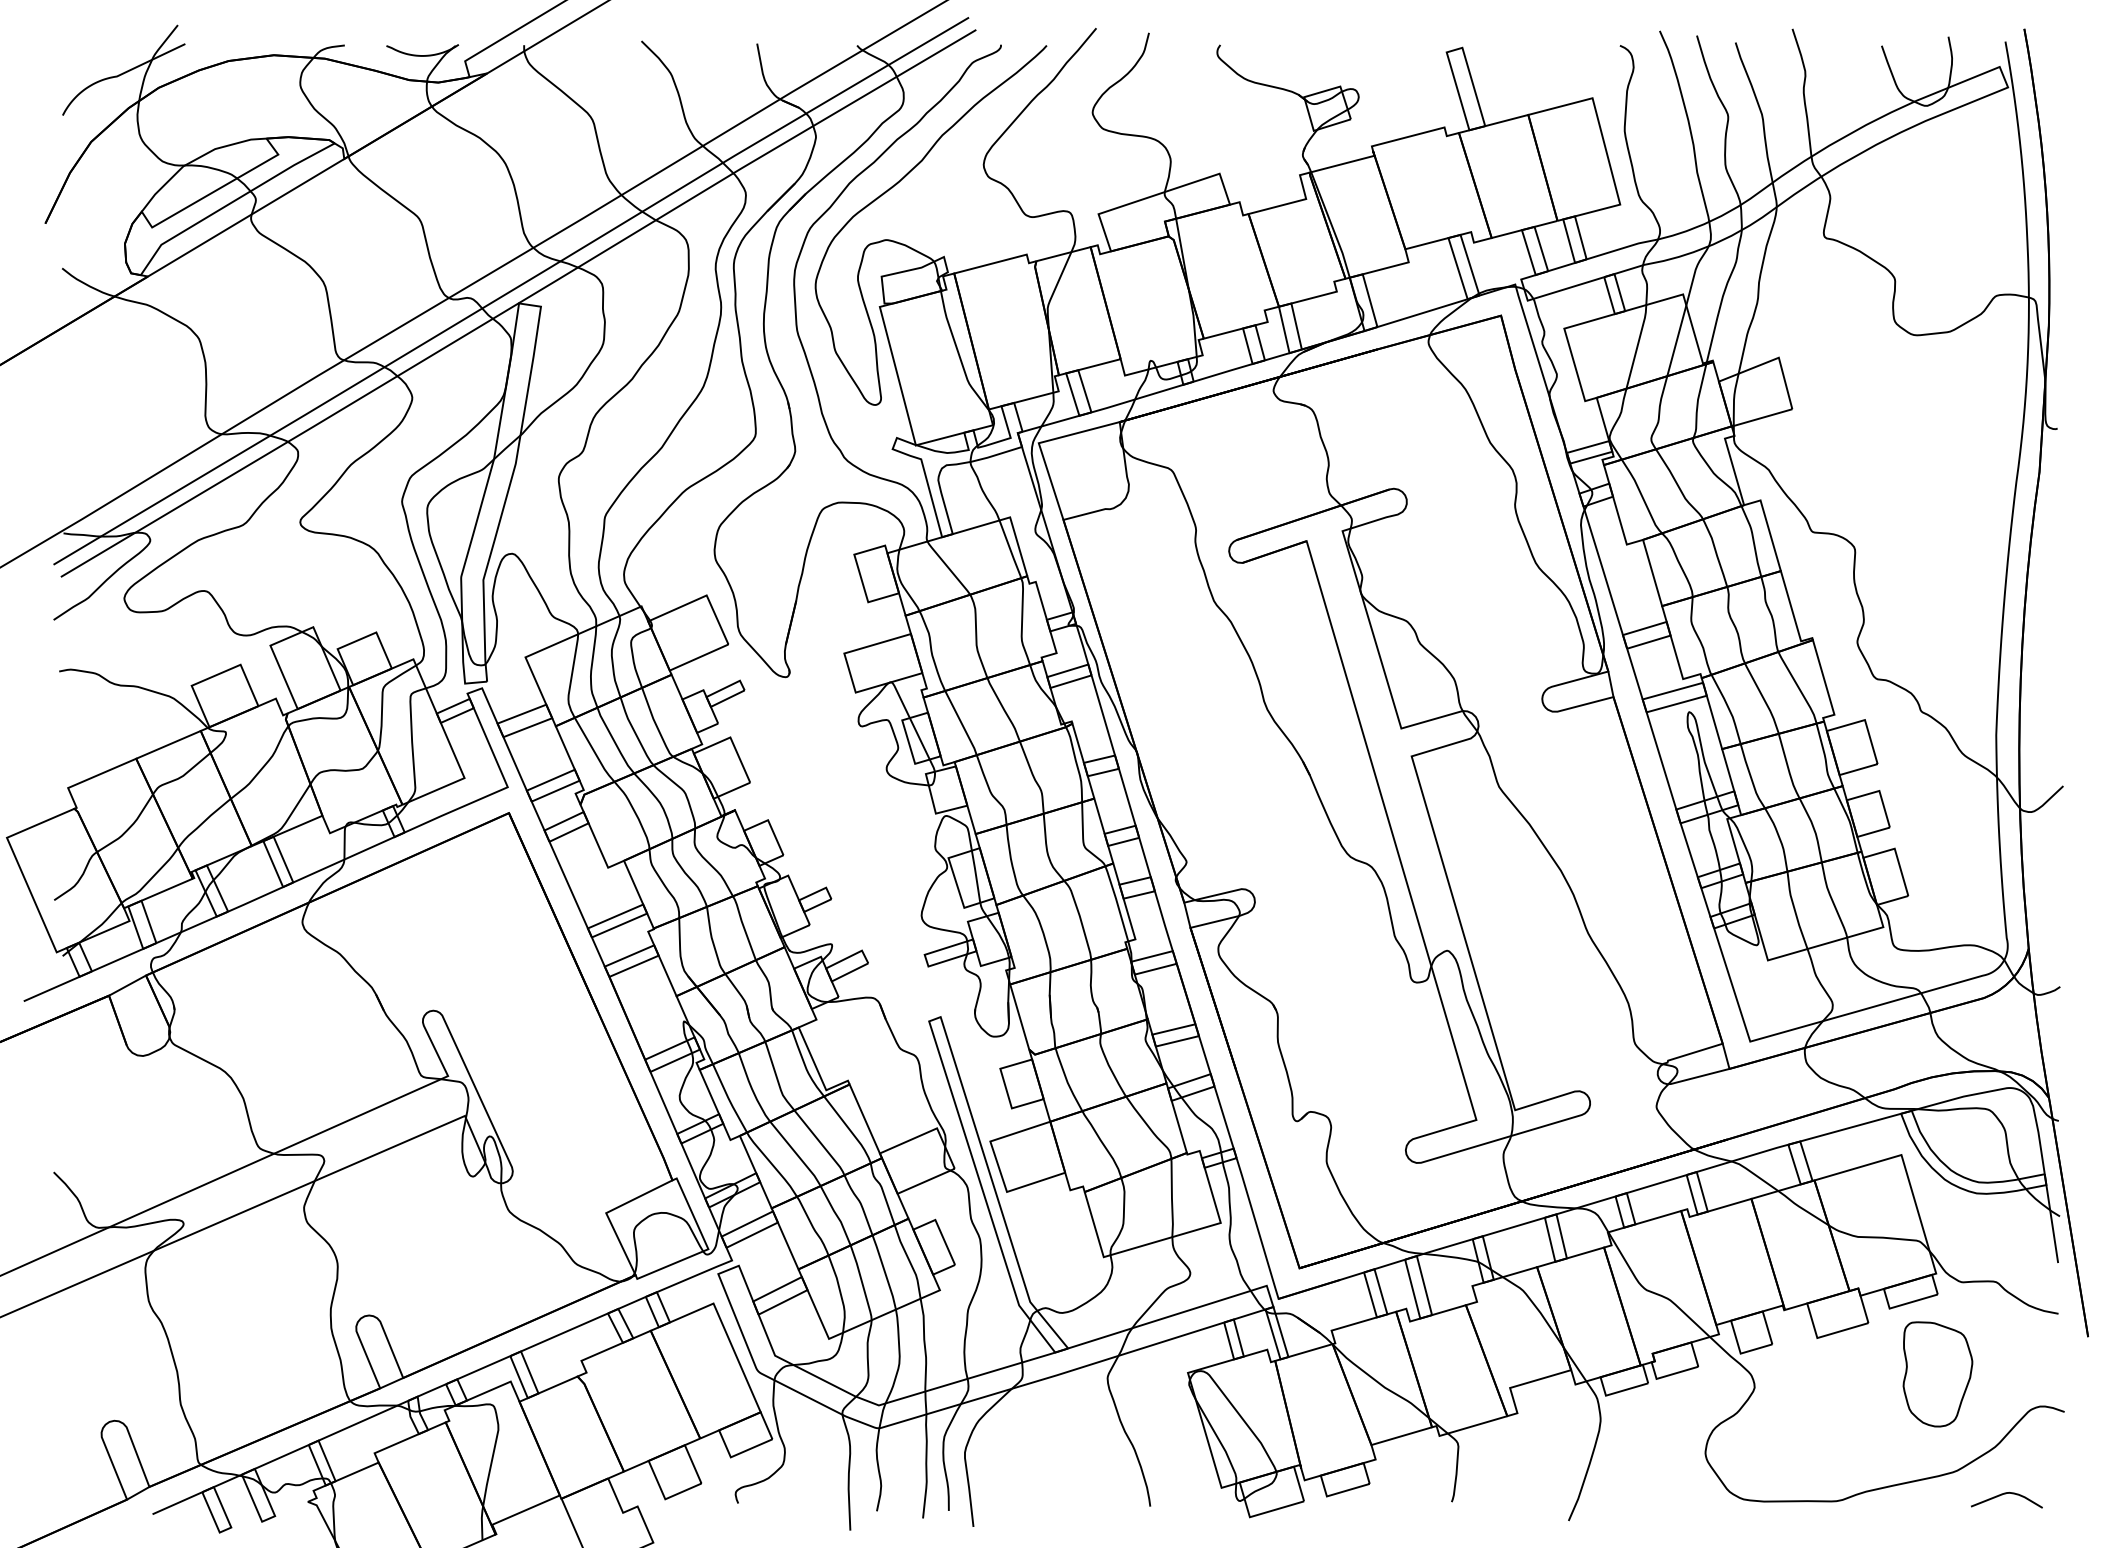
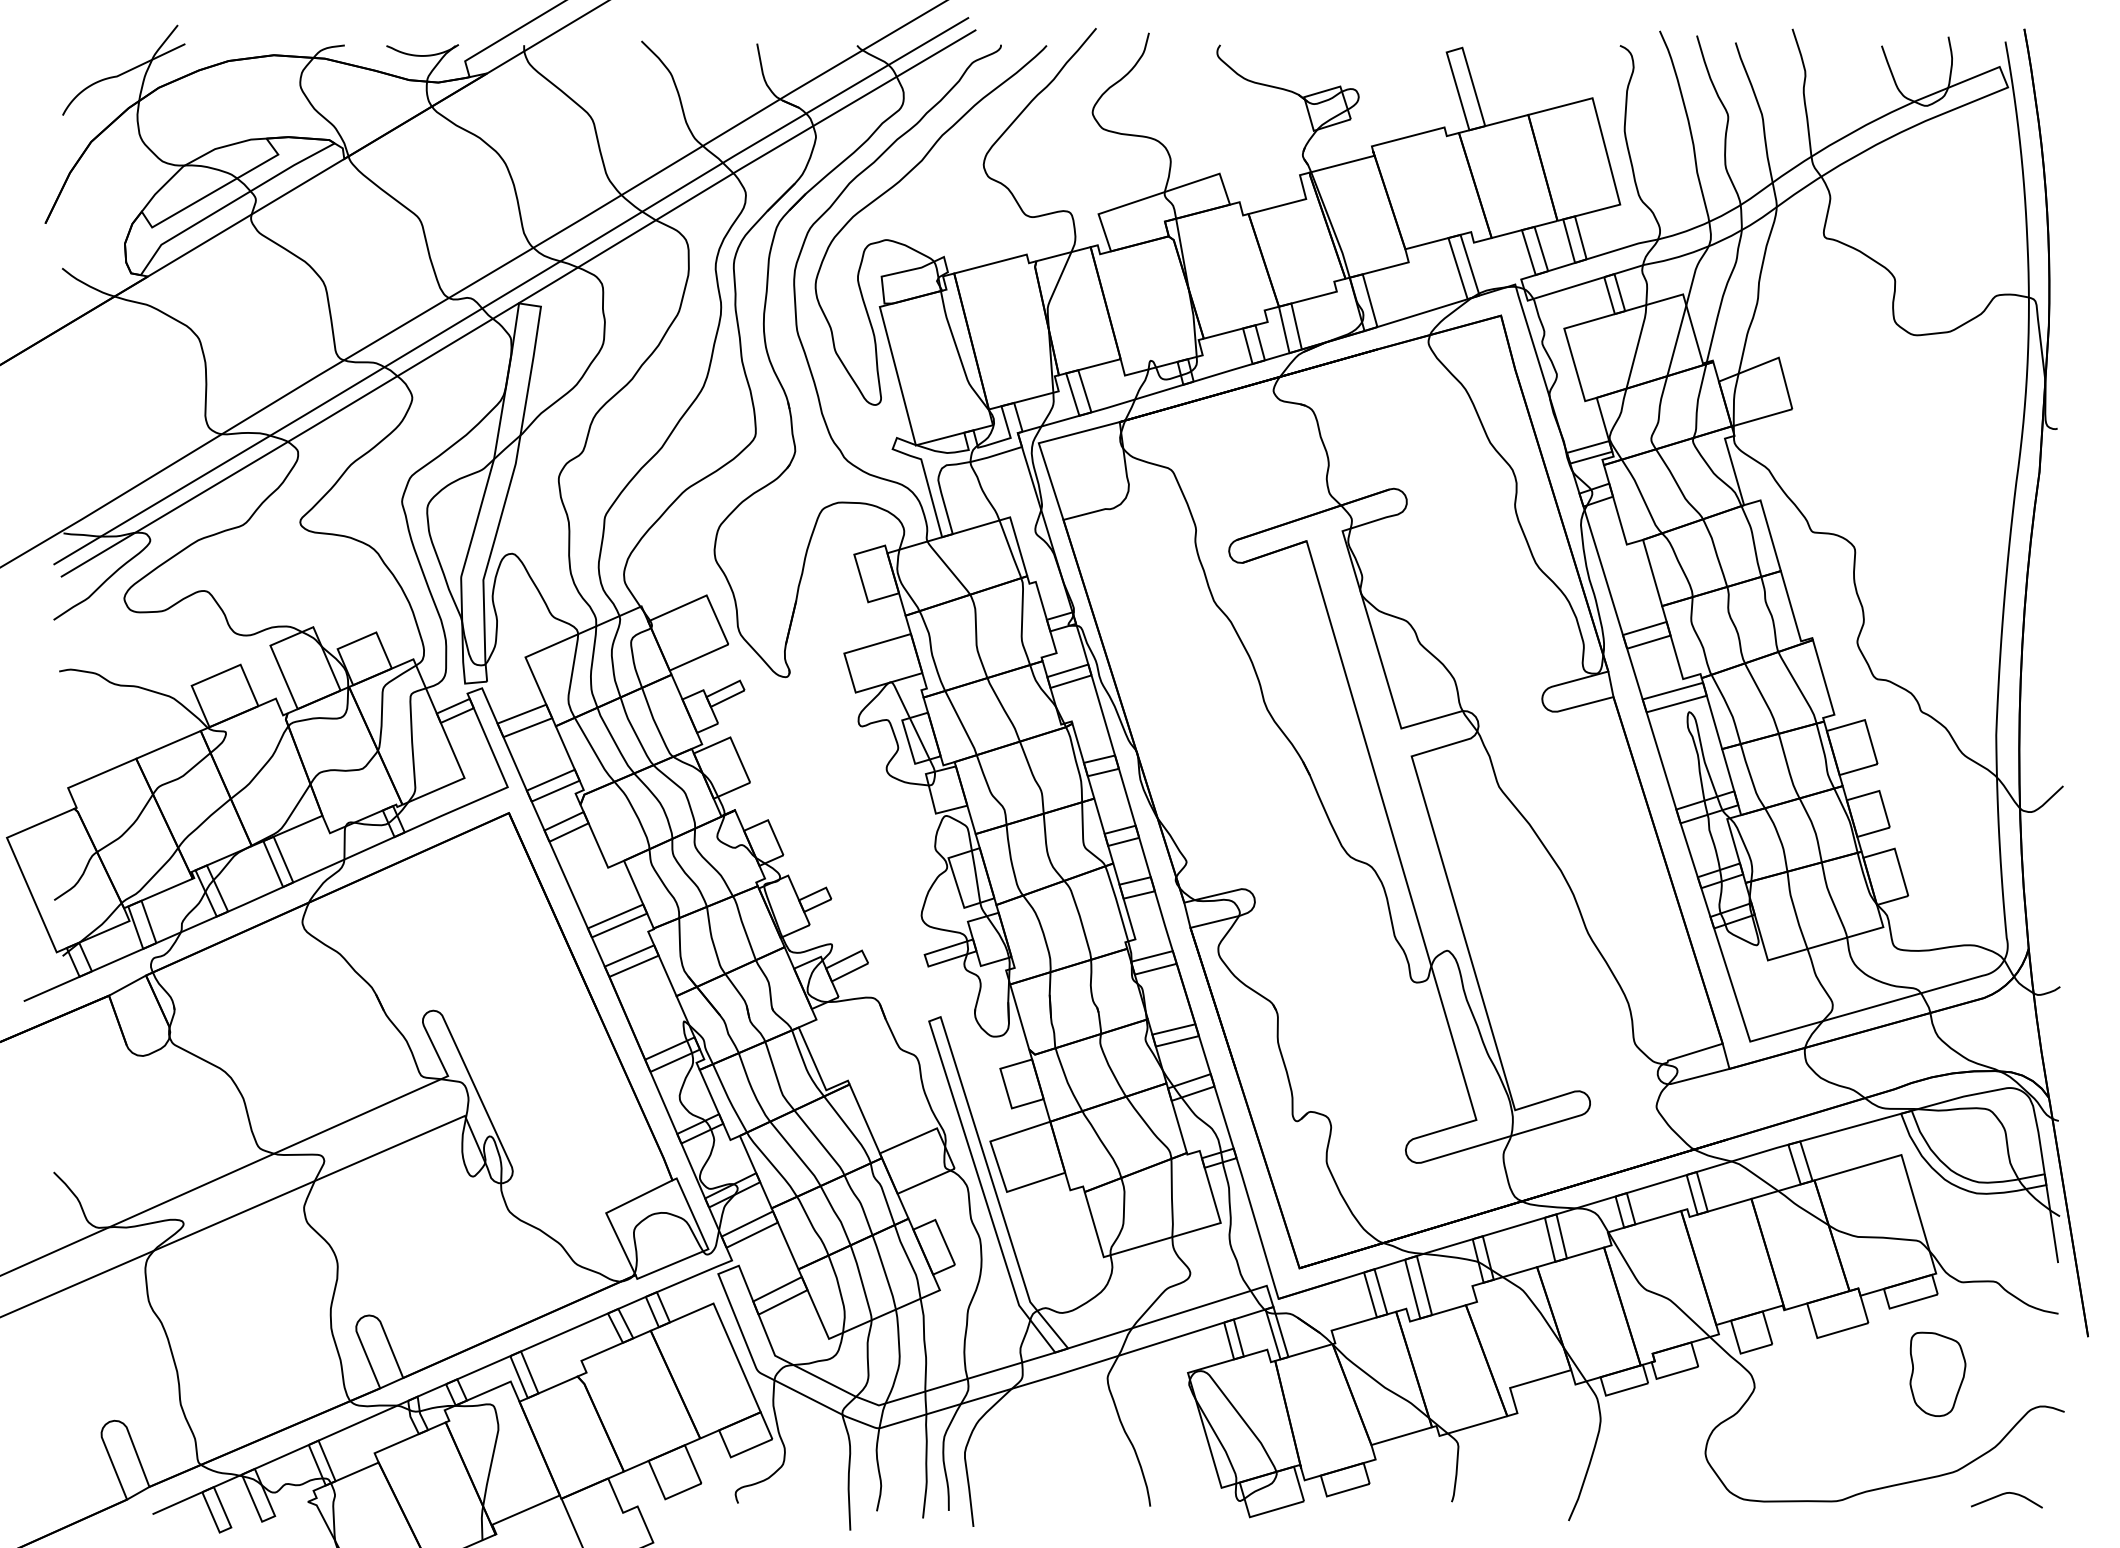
part at (1937, 1374) size: 72x107 px -> 58x86 px
